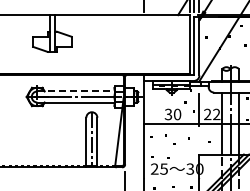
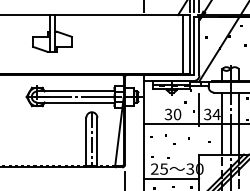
line at (182, 44): none -> present
line at (75, 91): dashed -> solid
text at (212, 114): 22 -> 34
line at (171, 178): none -> present
